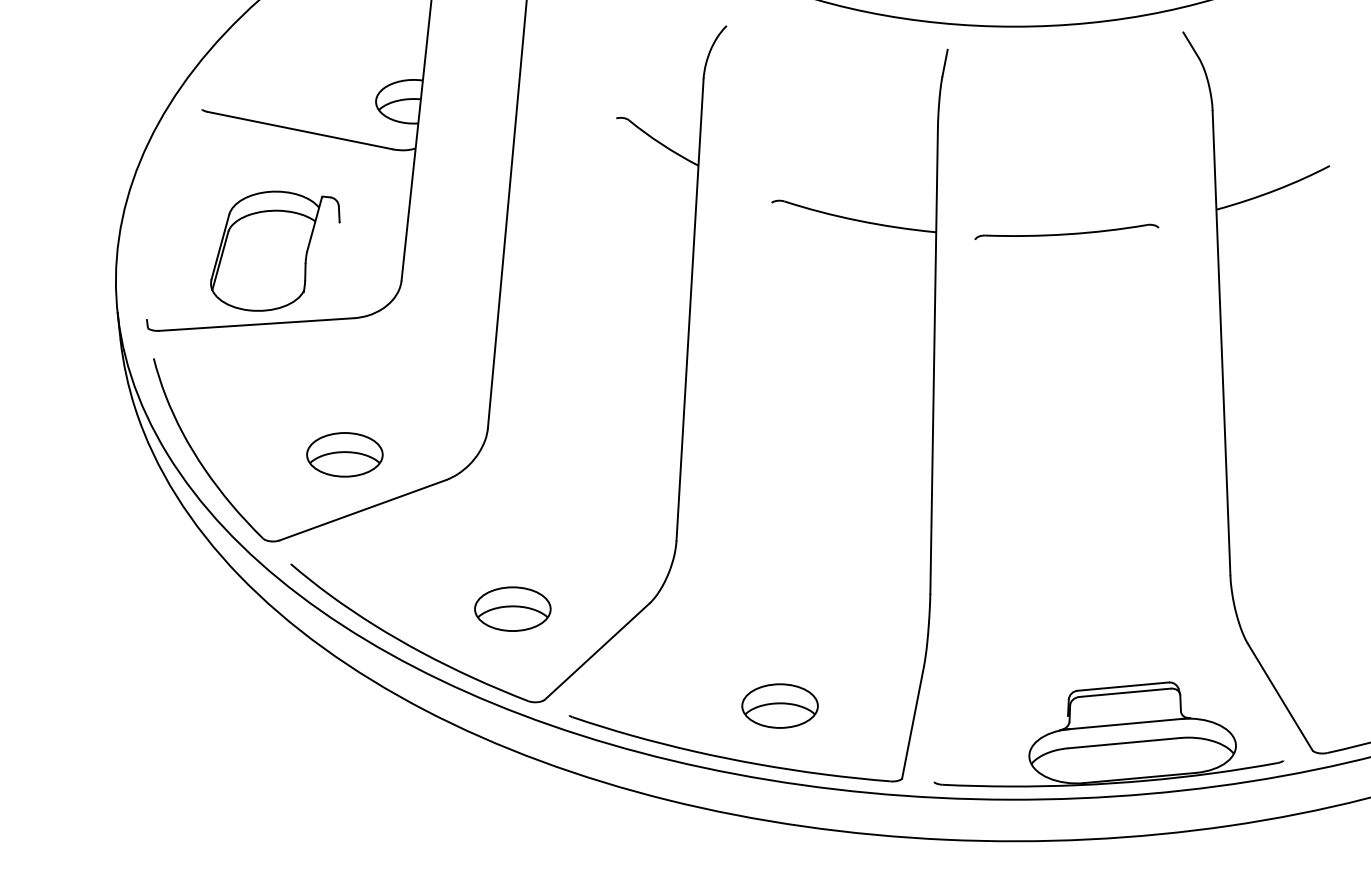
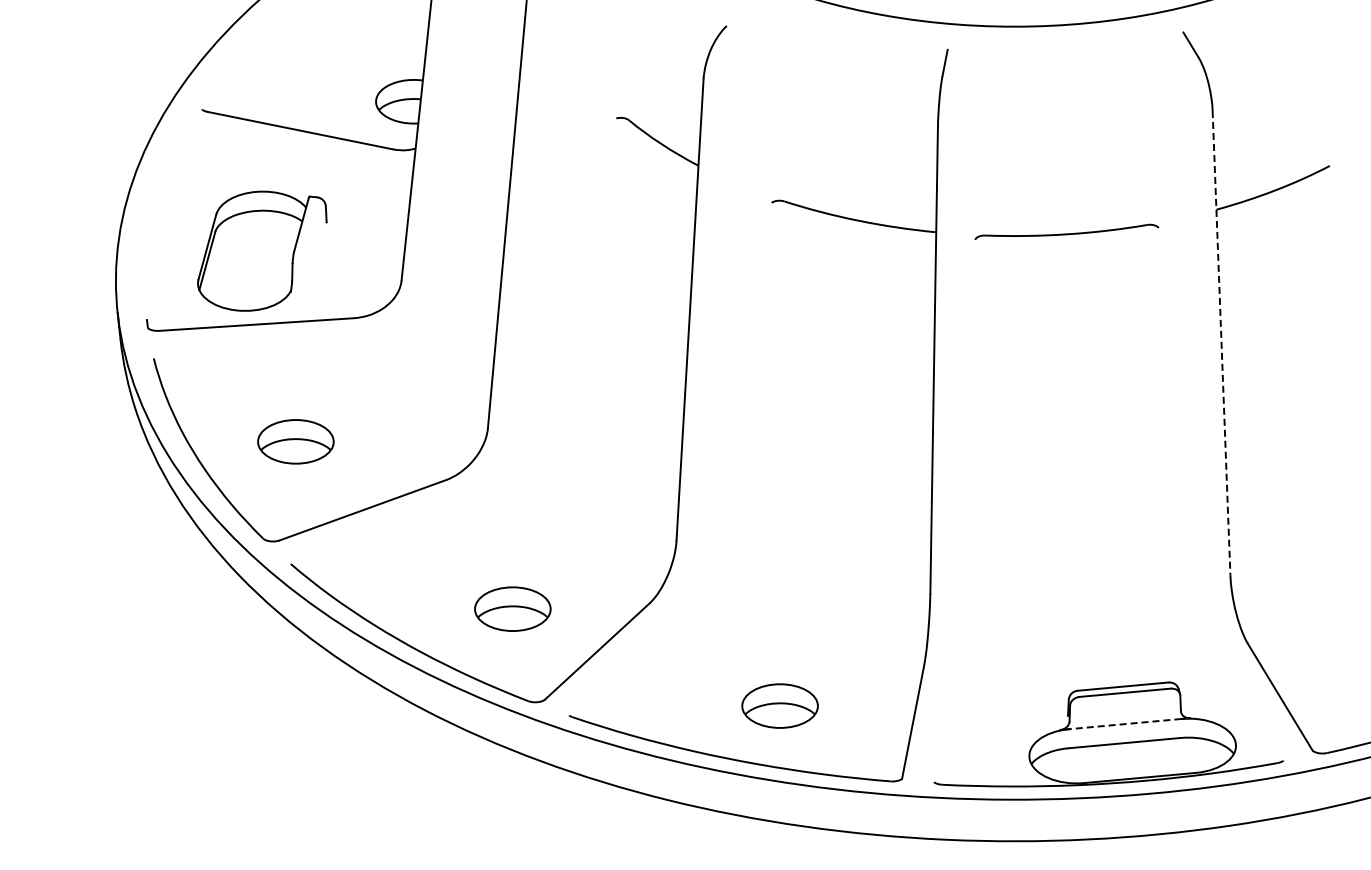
part at (275, 250) position: (275, 250) -> (262, 250)
line at (1221, 343): solid -> dashed
part at (344, 454) position: (344, 454) -> (295, 441)
line at (1124, 724): solid -> dashed
